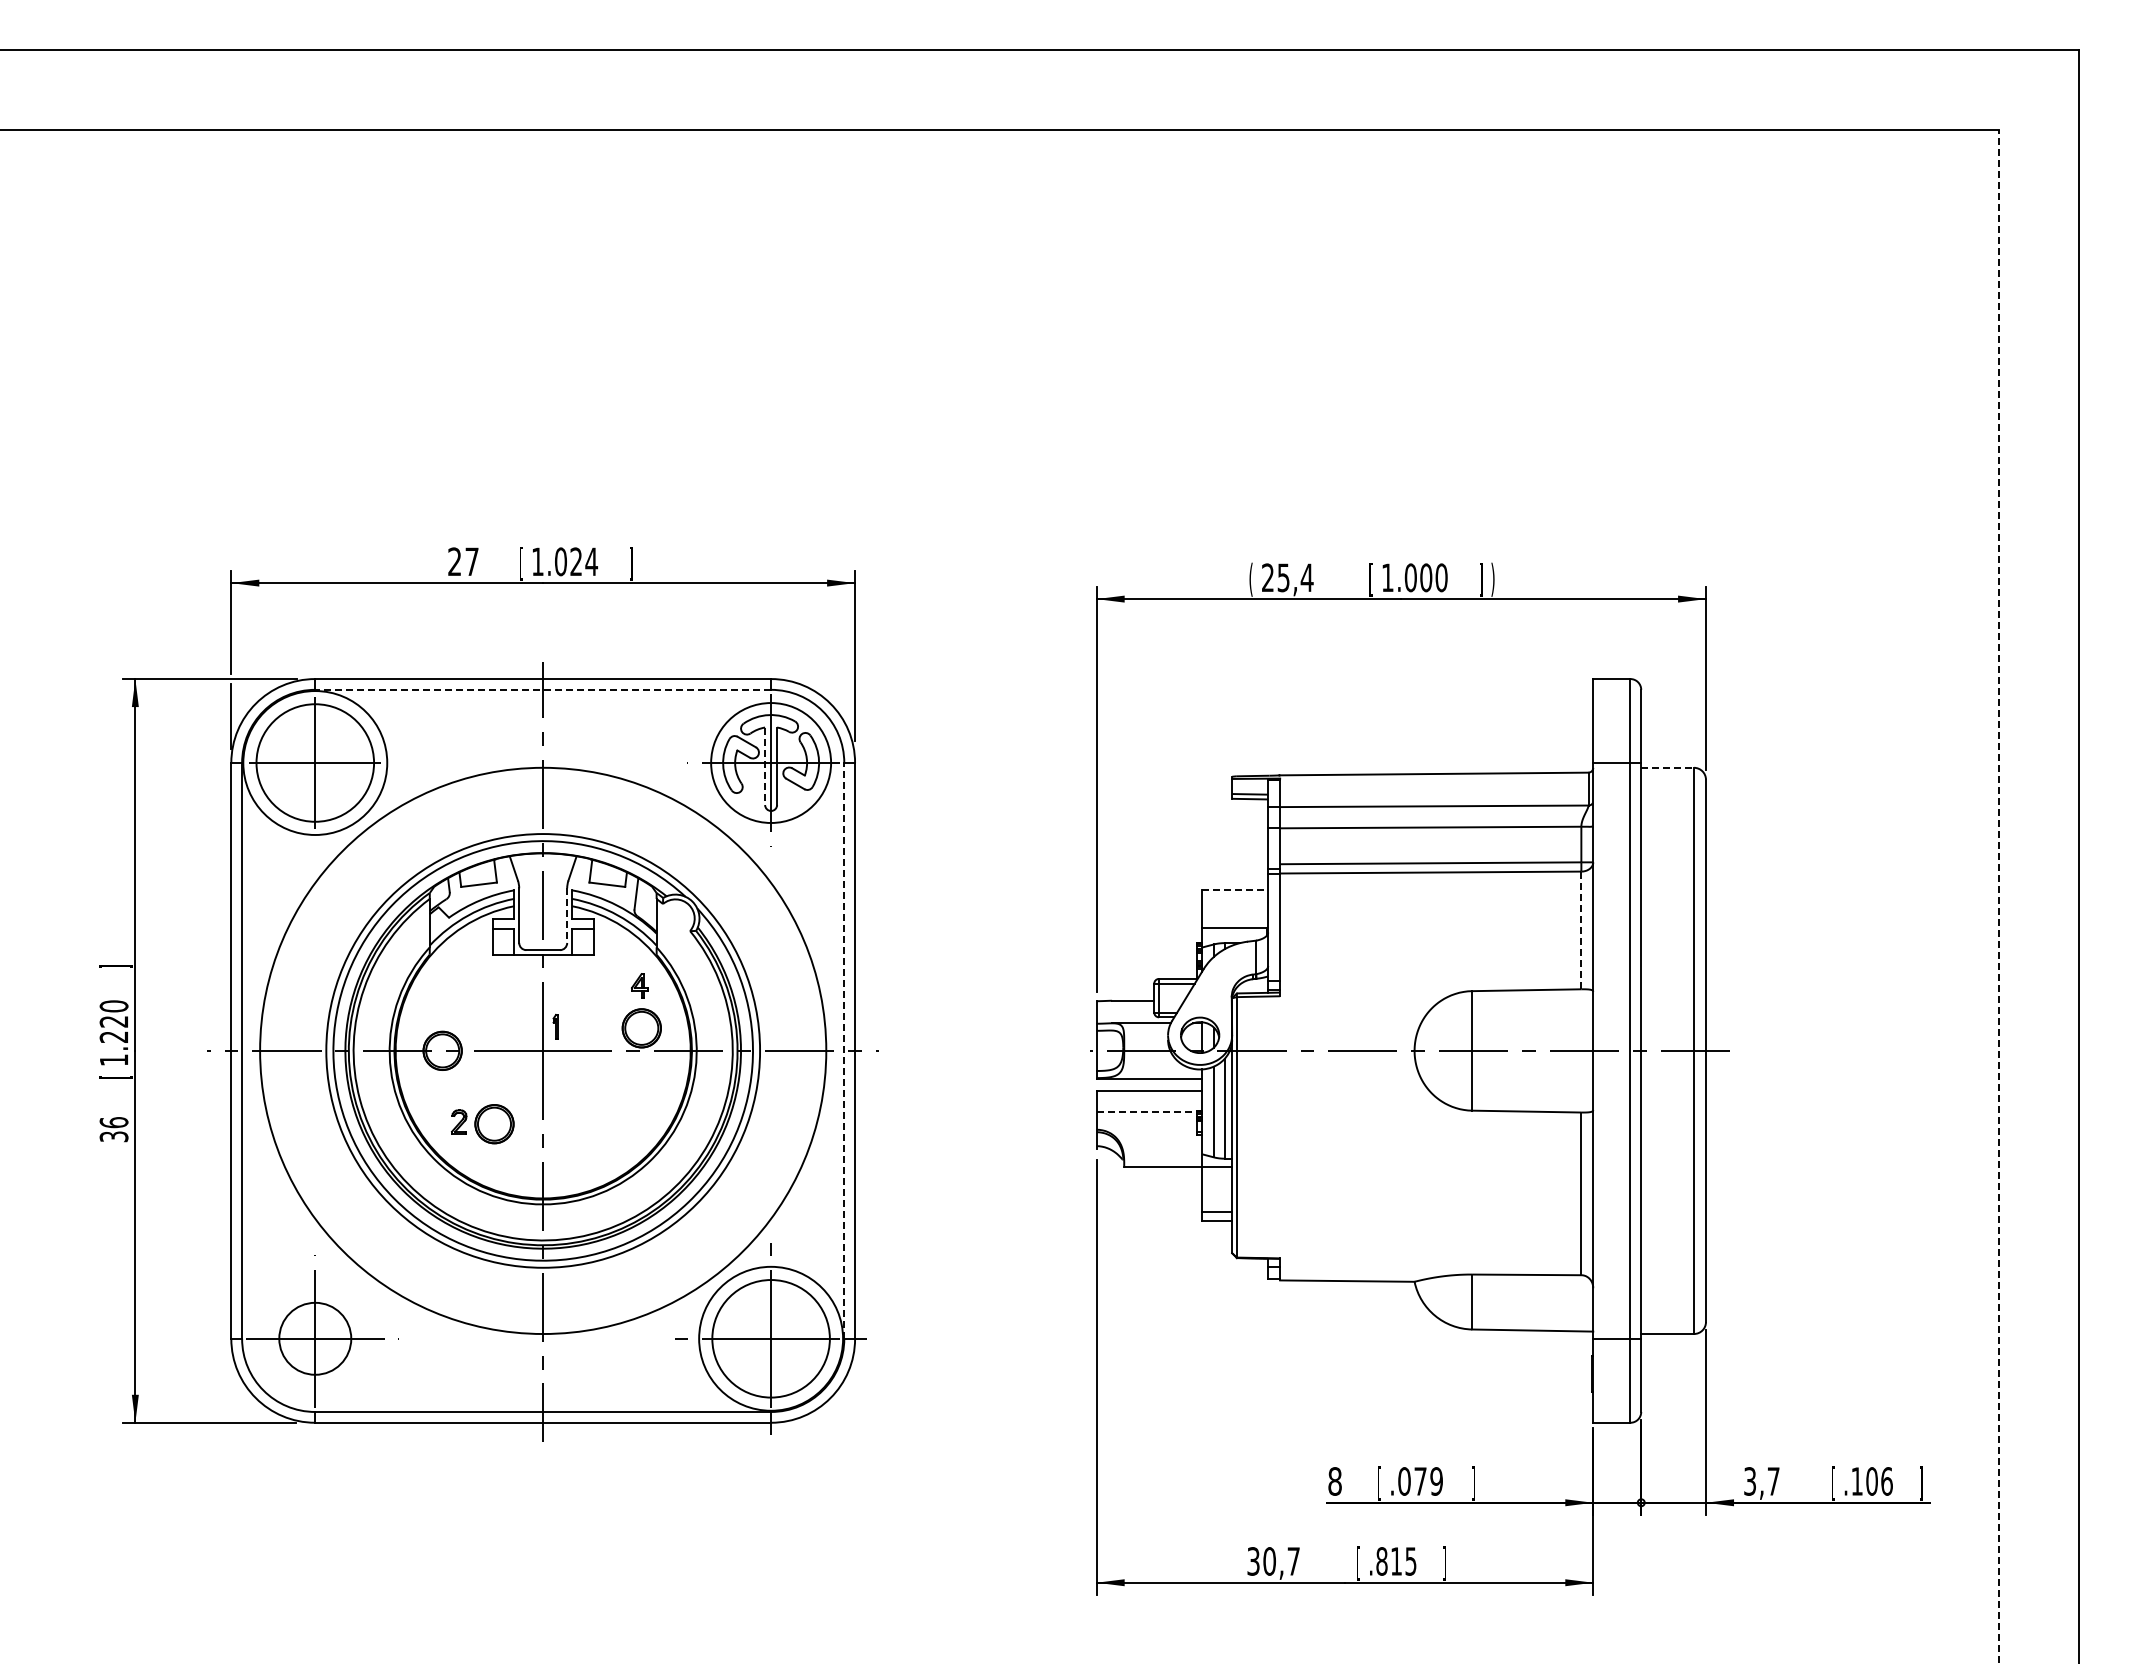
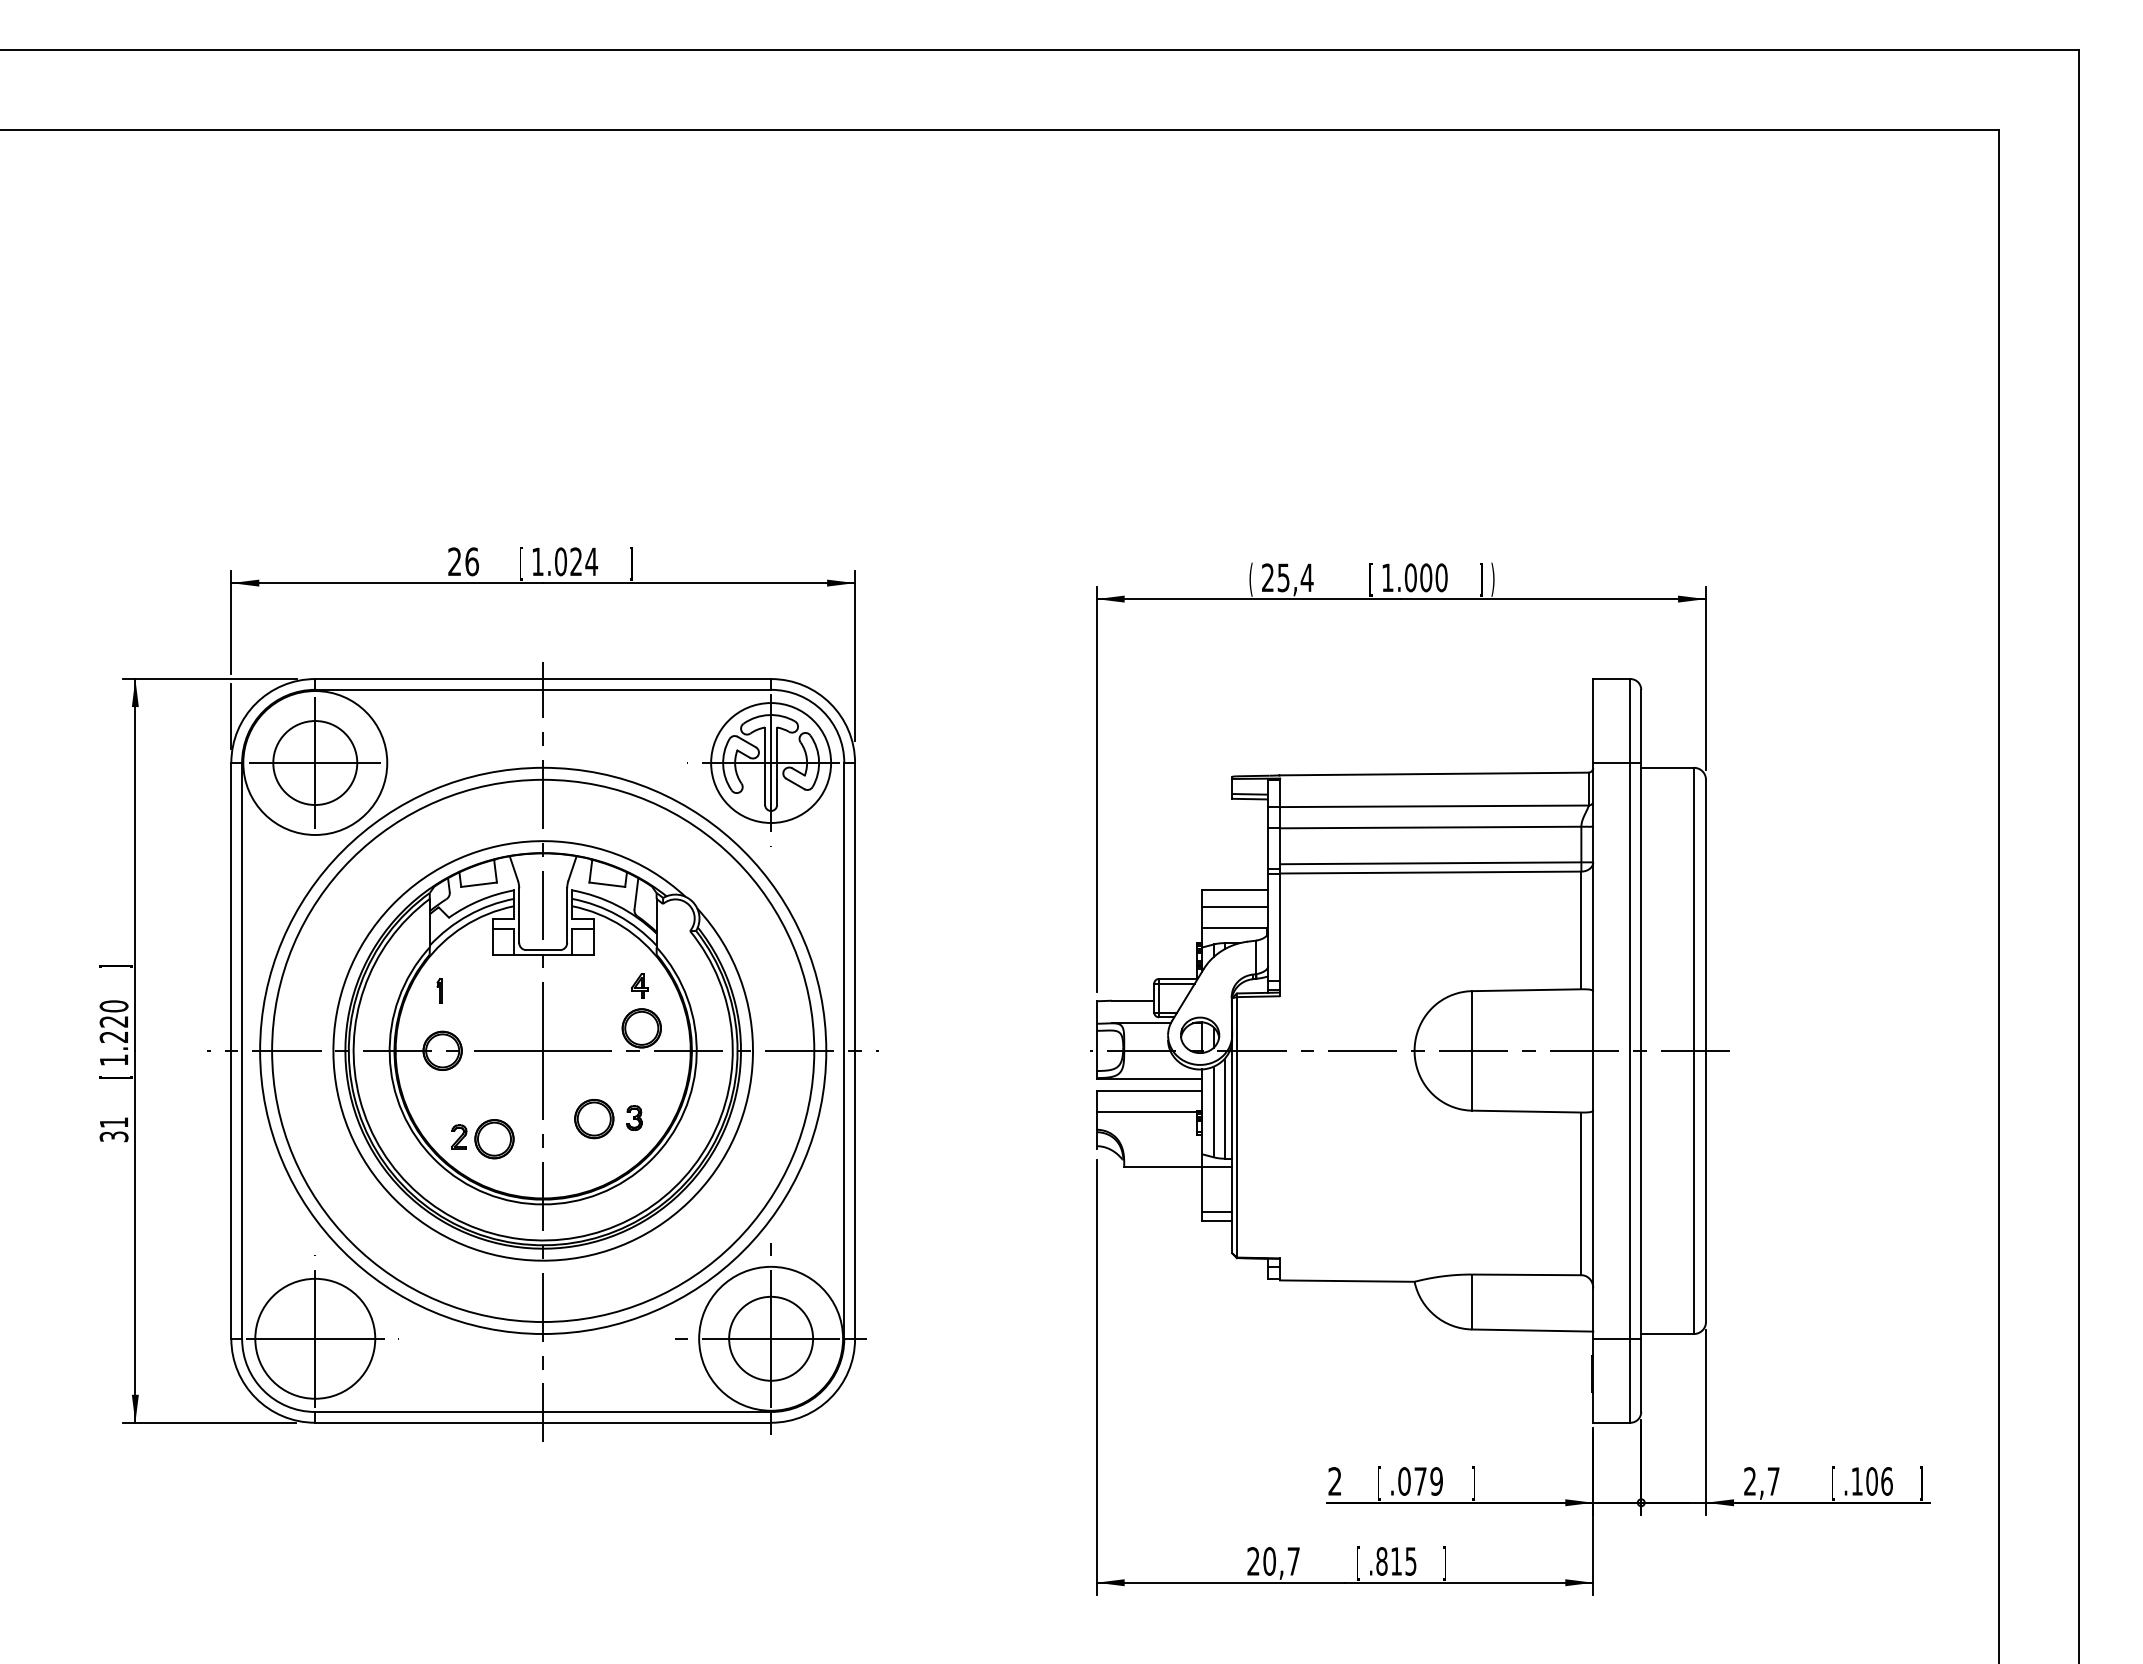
text at (472, 561): 27 -> 26
line at (543, 689): dashed -> solid
circle at (315, 762) diameter: 118 px -> 84 px
line at (765, 766): dashed -> solid
line at (1668, 767): dashed -> solid
line at (1235, 890): dashed -> solid
line at (1998, 896): dashed -> solid
line at (1235, 907): none -> present
line at (567, 916): dashed -> solid
line at (1581, 930): dashed -> solid
part at (555, 1026) position: (555, 1026) -> (439, 990)
circle at (543, 1050) diameter: 434 px -> 542 px
line at (844, 1050): dashed -> solid
line at (1147, 1111): dashed -> solid
part at (634, 1118): none -> present
part at (594, 1119): none -> present
text at (113, 1122): 36 -> 31
part at (482, 1124) position: (482, 1124) -> (482, 1139)
circle at (315, 1338) diameter: 72 px -> 120 px
circle at (770, 1338) diameter: 118 px -> 84 px
text at (1334, 1481): 8 -> 2
text at (1749, 1481): 3,7 -> 2,7
text at (1253, 1561): 30,7 -> 20,7
